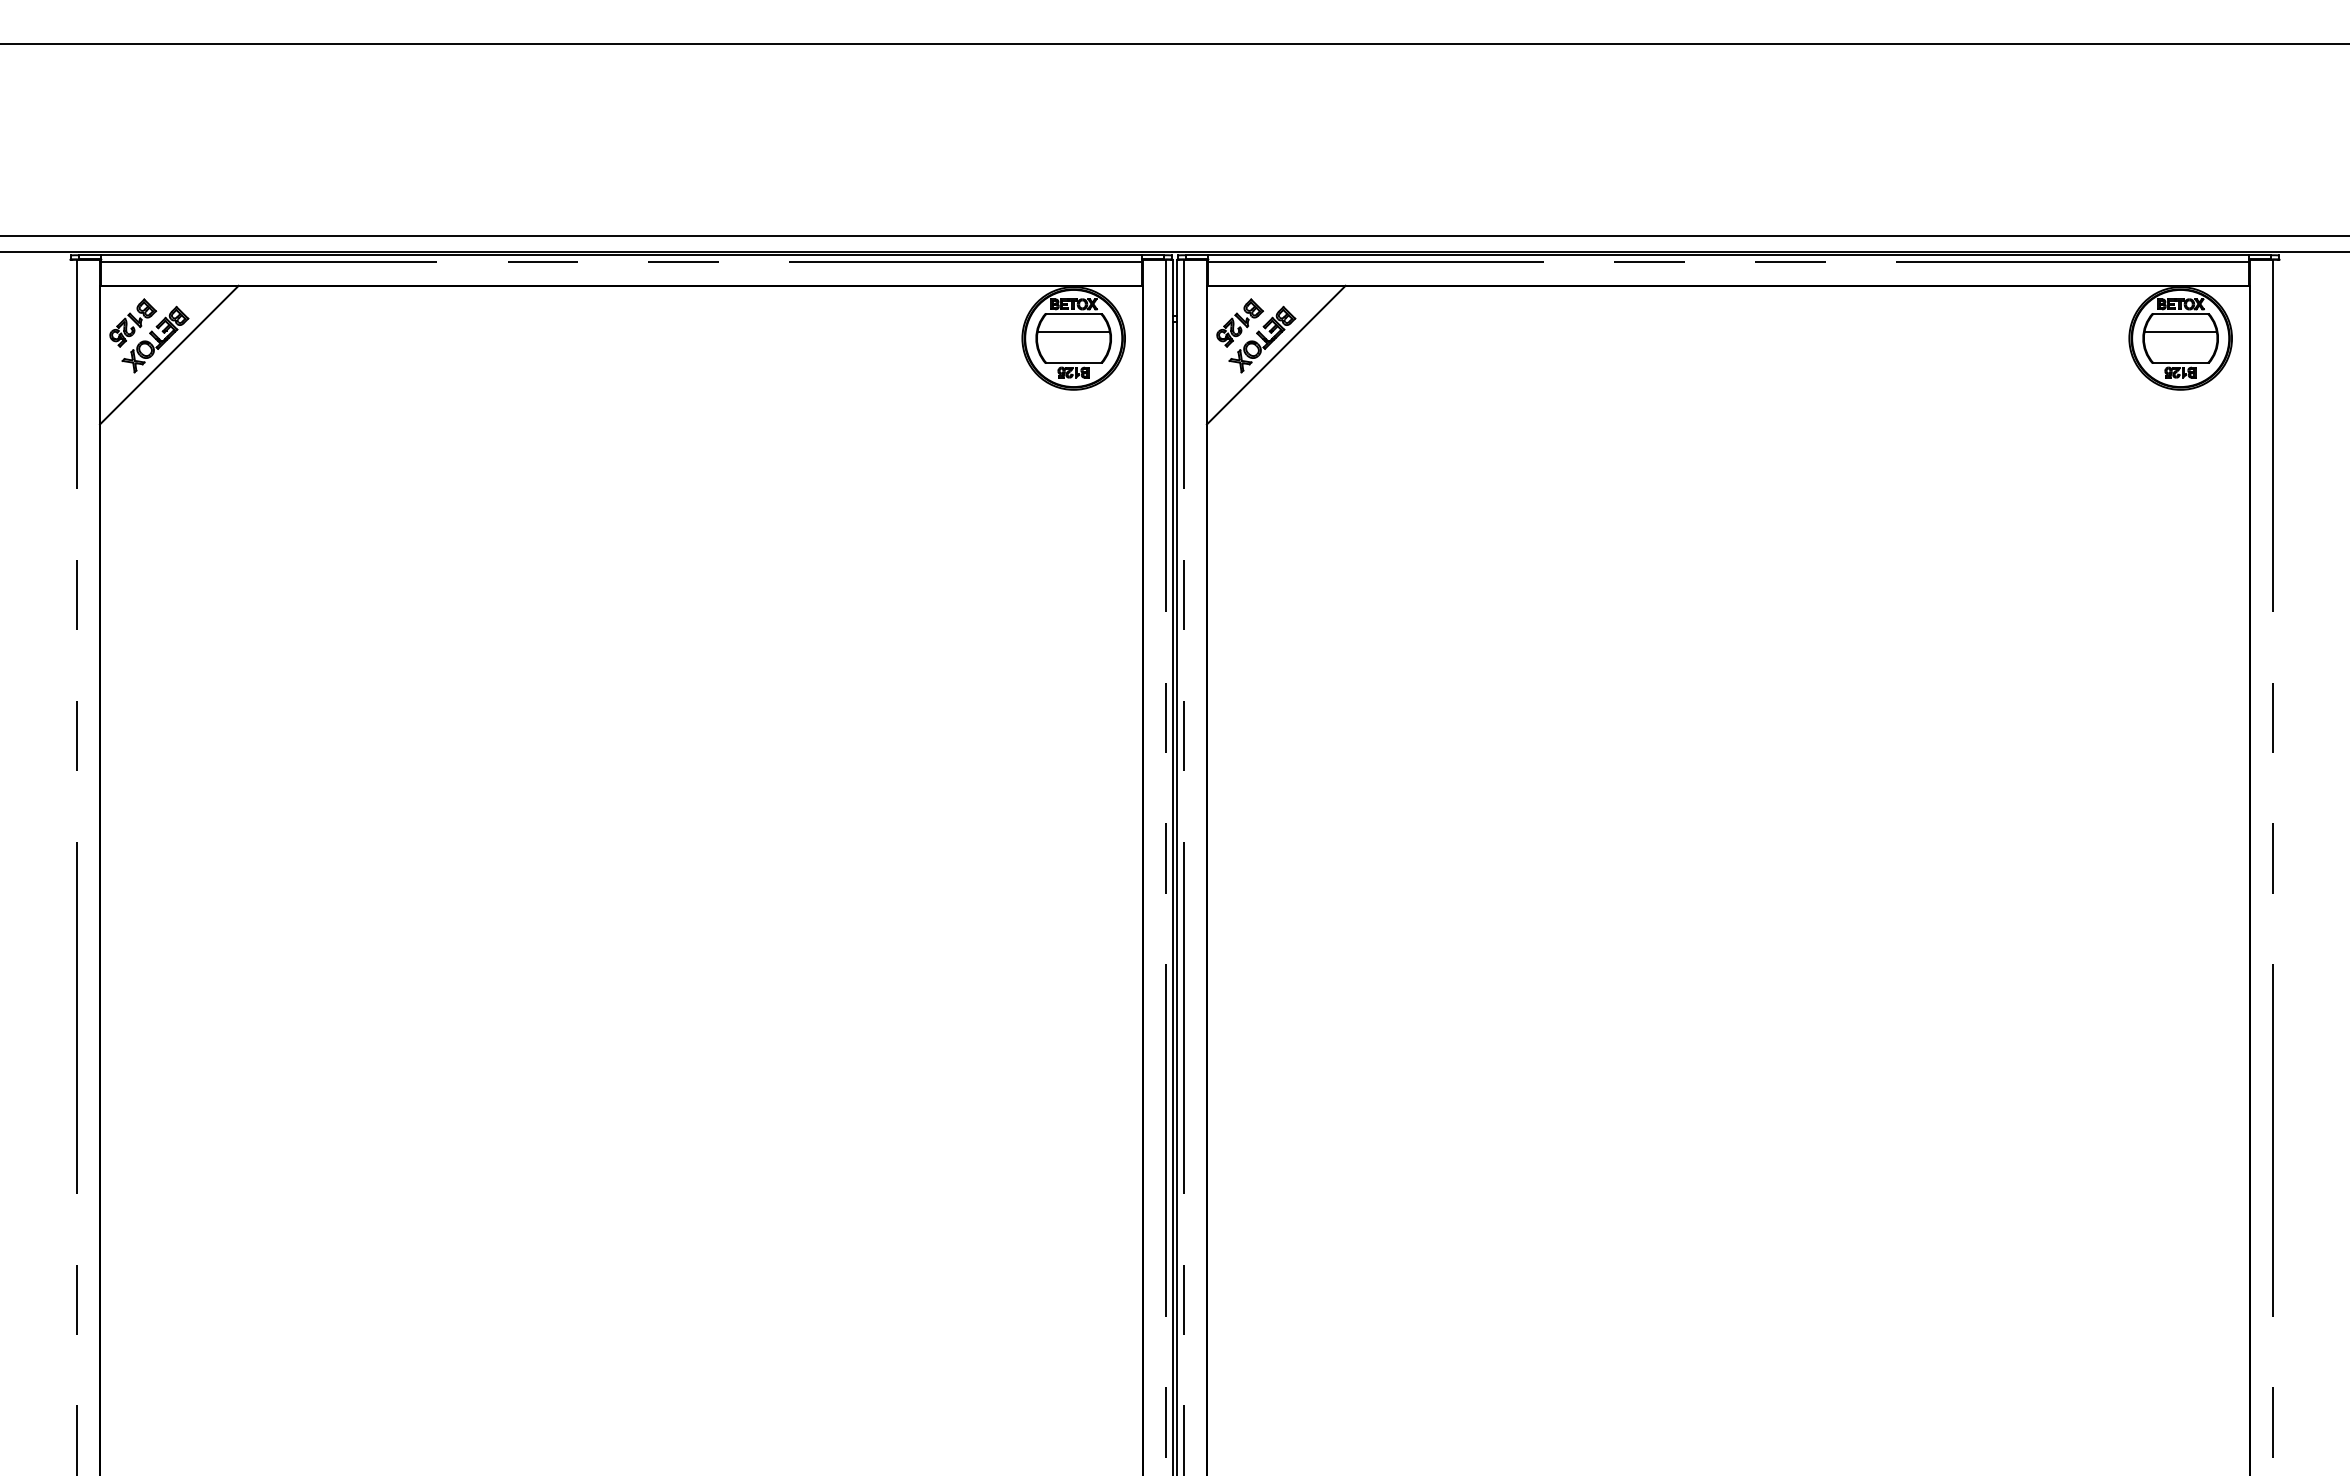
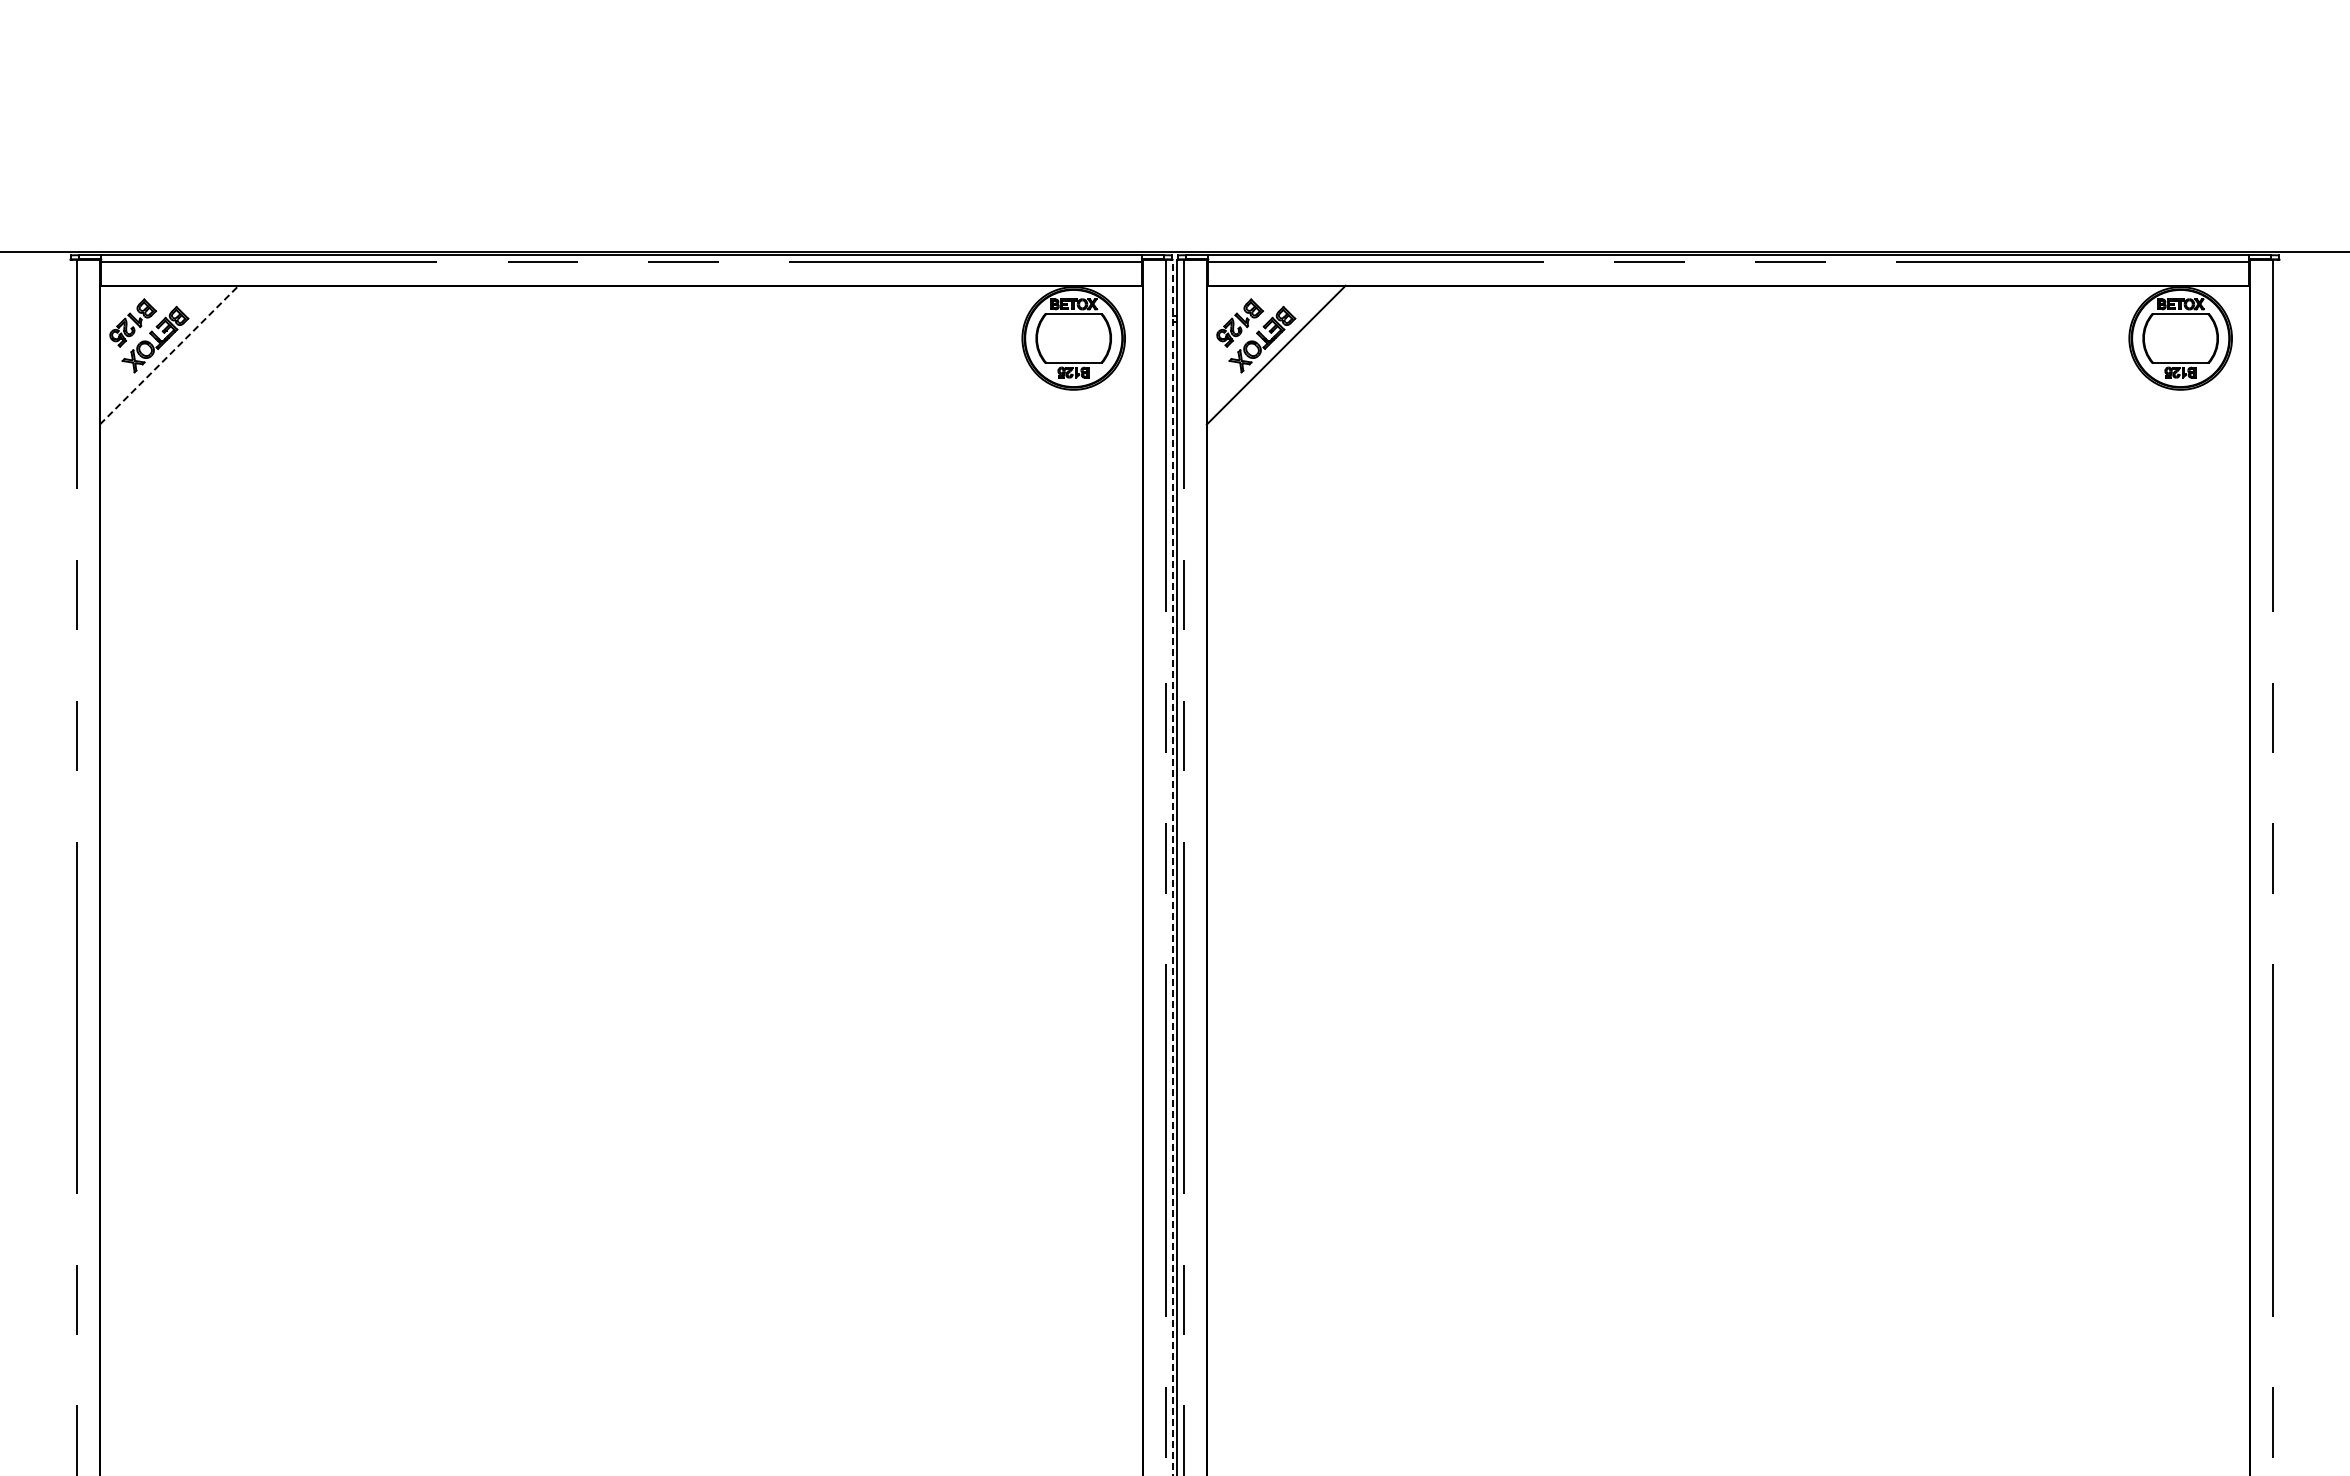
line at (1174, 44): present -> none
line at (1174, 235): present -> none
line at (1073, 331): present -> none
line at (2180, 331): present -> none
line at (169, 354): solid -> dashed
line at (1172, 867): solid -> dashed
